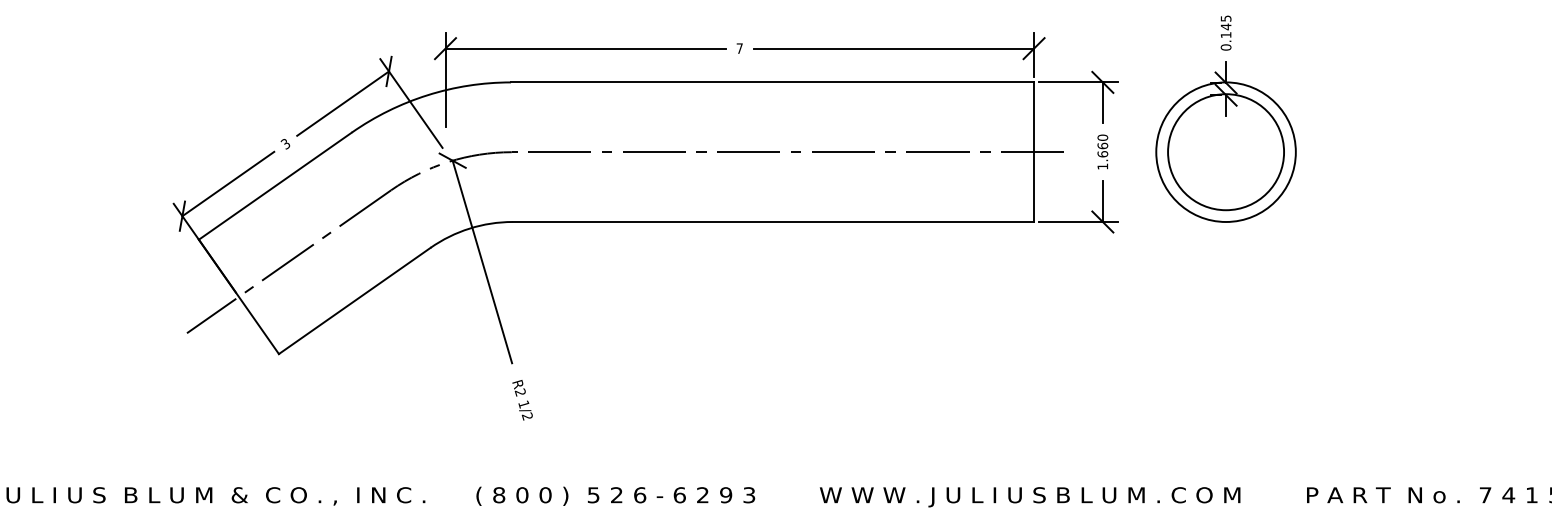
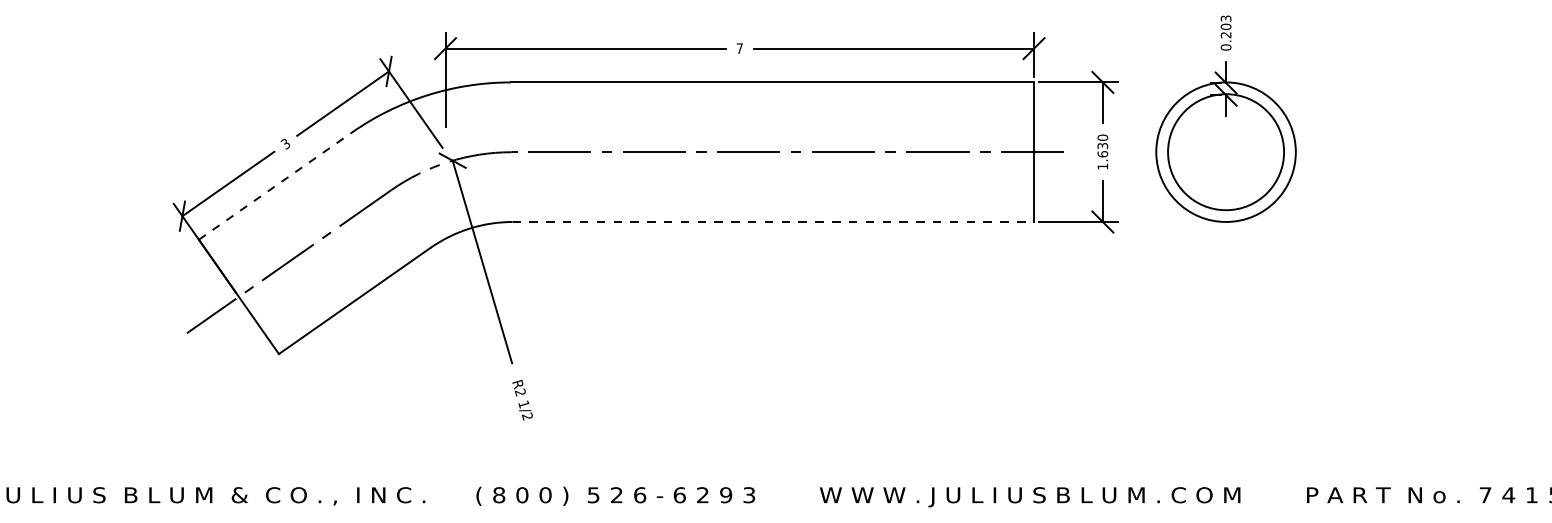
text at (1225, 26): 0.145 -> 0.203
text at (1102, 145): 1.660 -> 1.630
line at (275, 185): solid -> dashed
line at (773, 222): solid -> dashed
